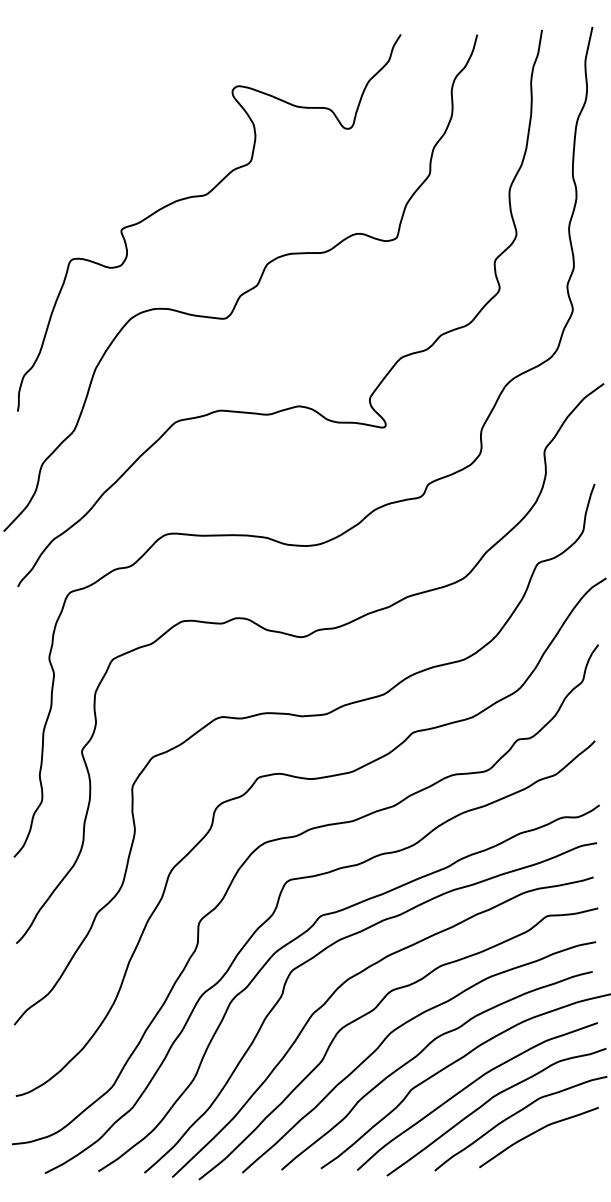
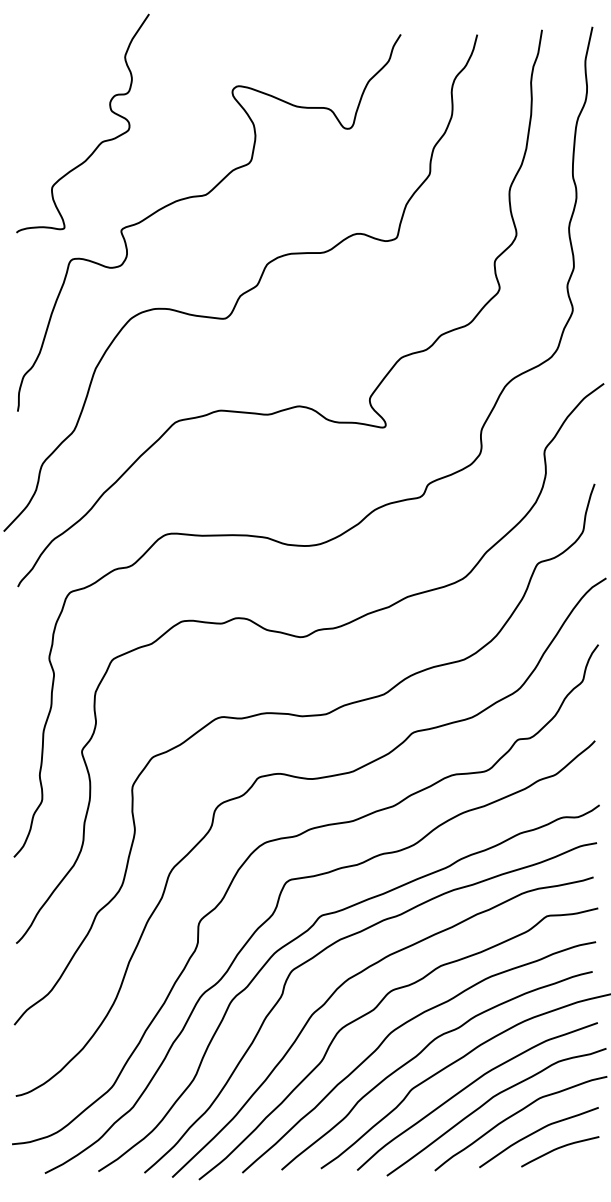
curve at (101, 141): none -> present
curve at (558, 1149): none -> present
